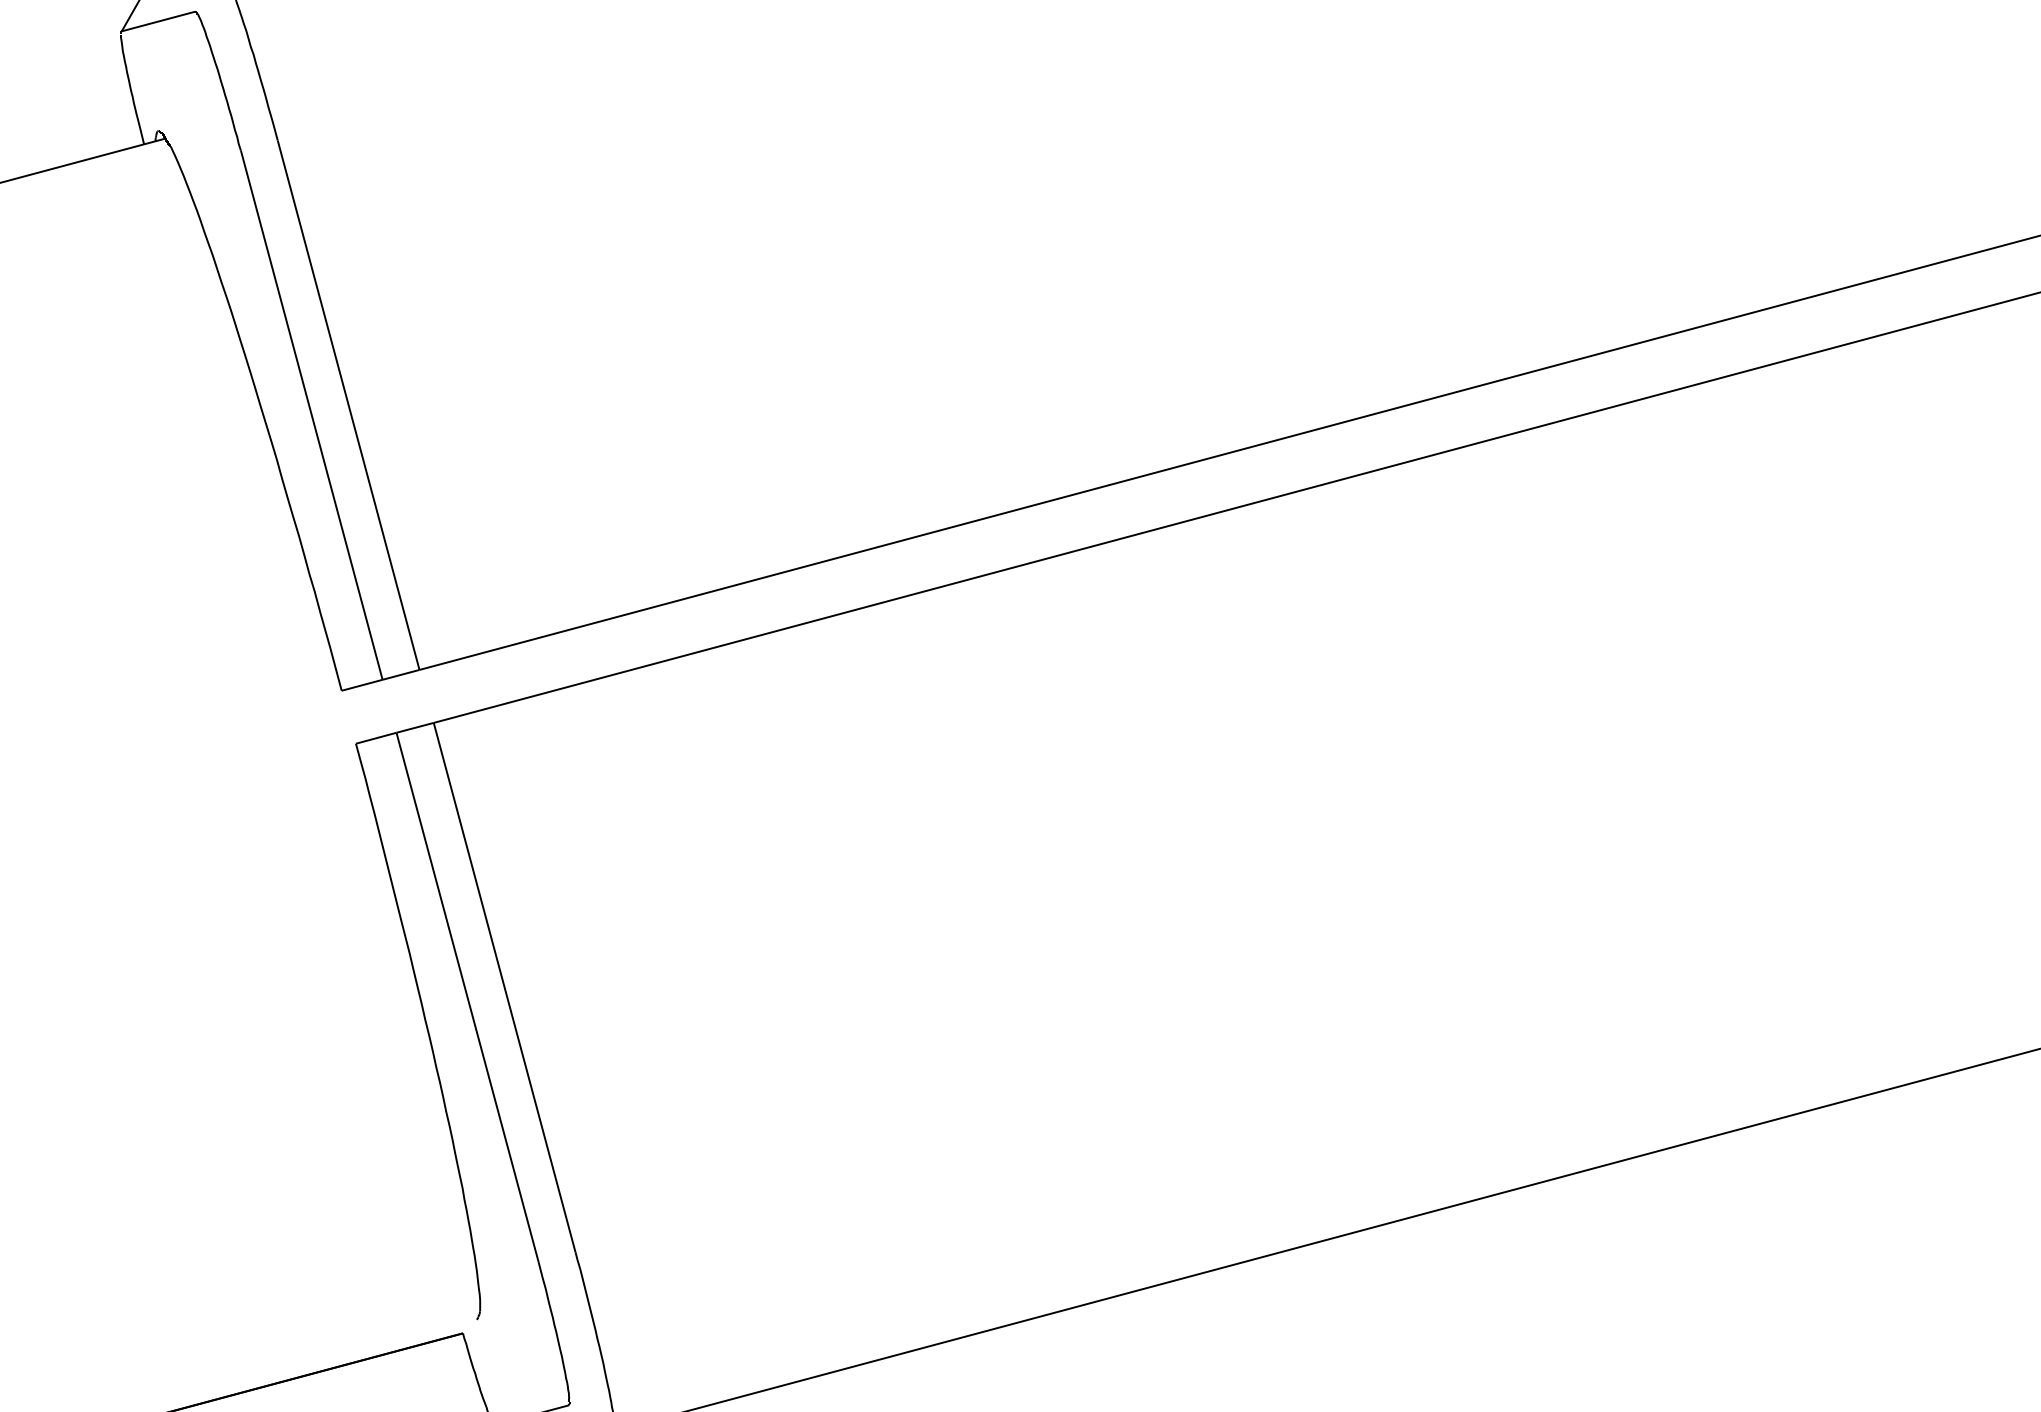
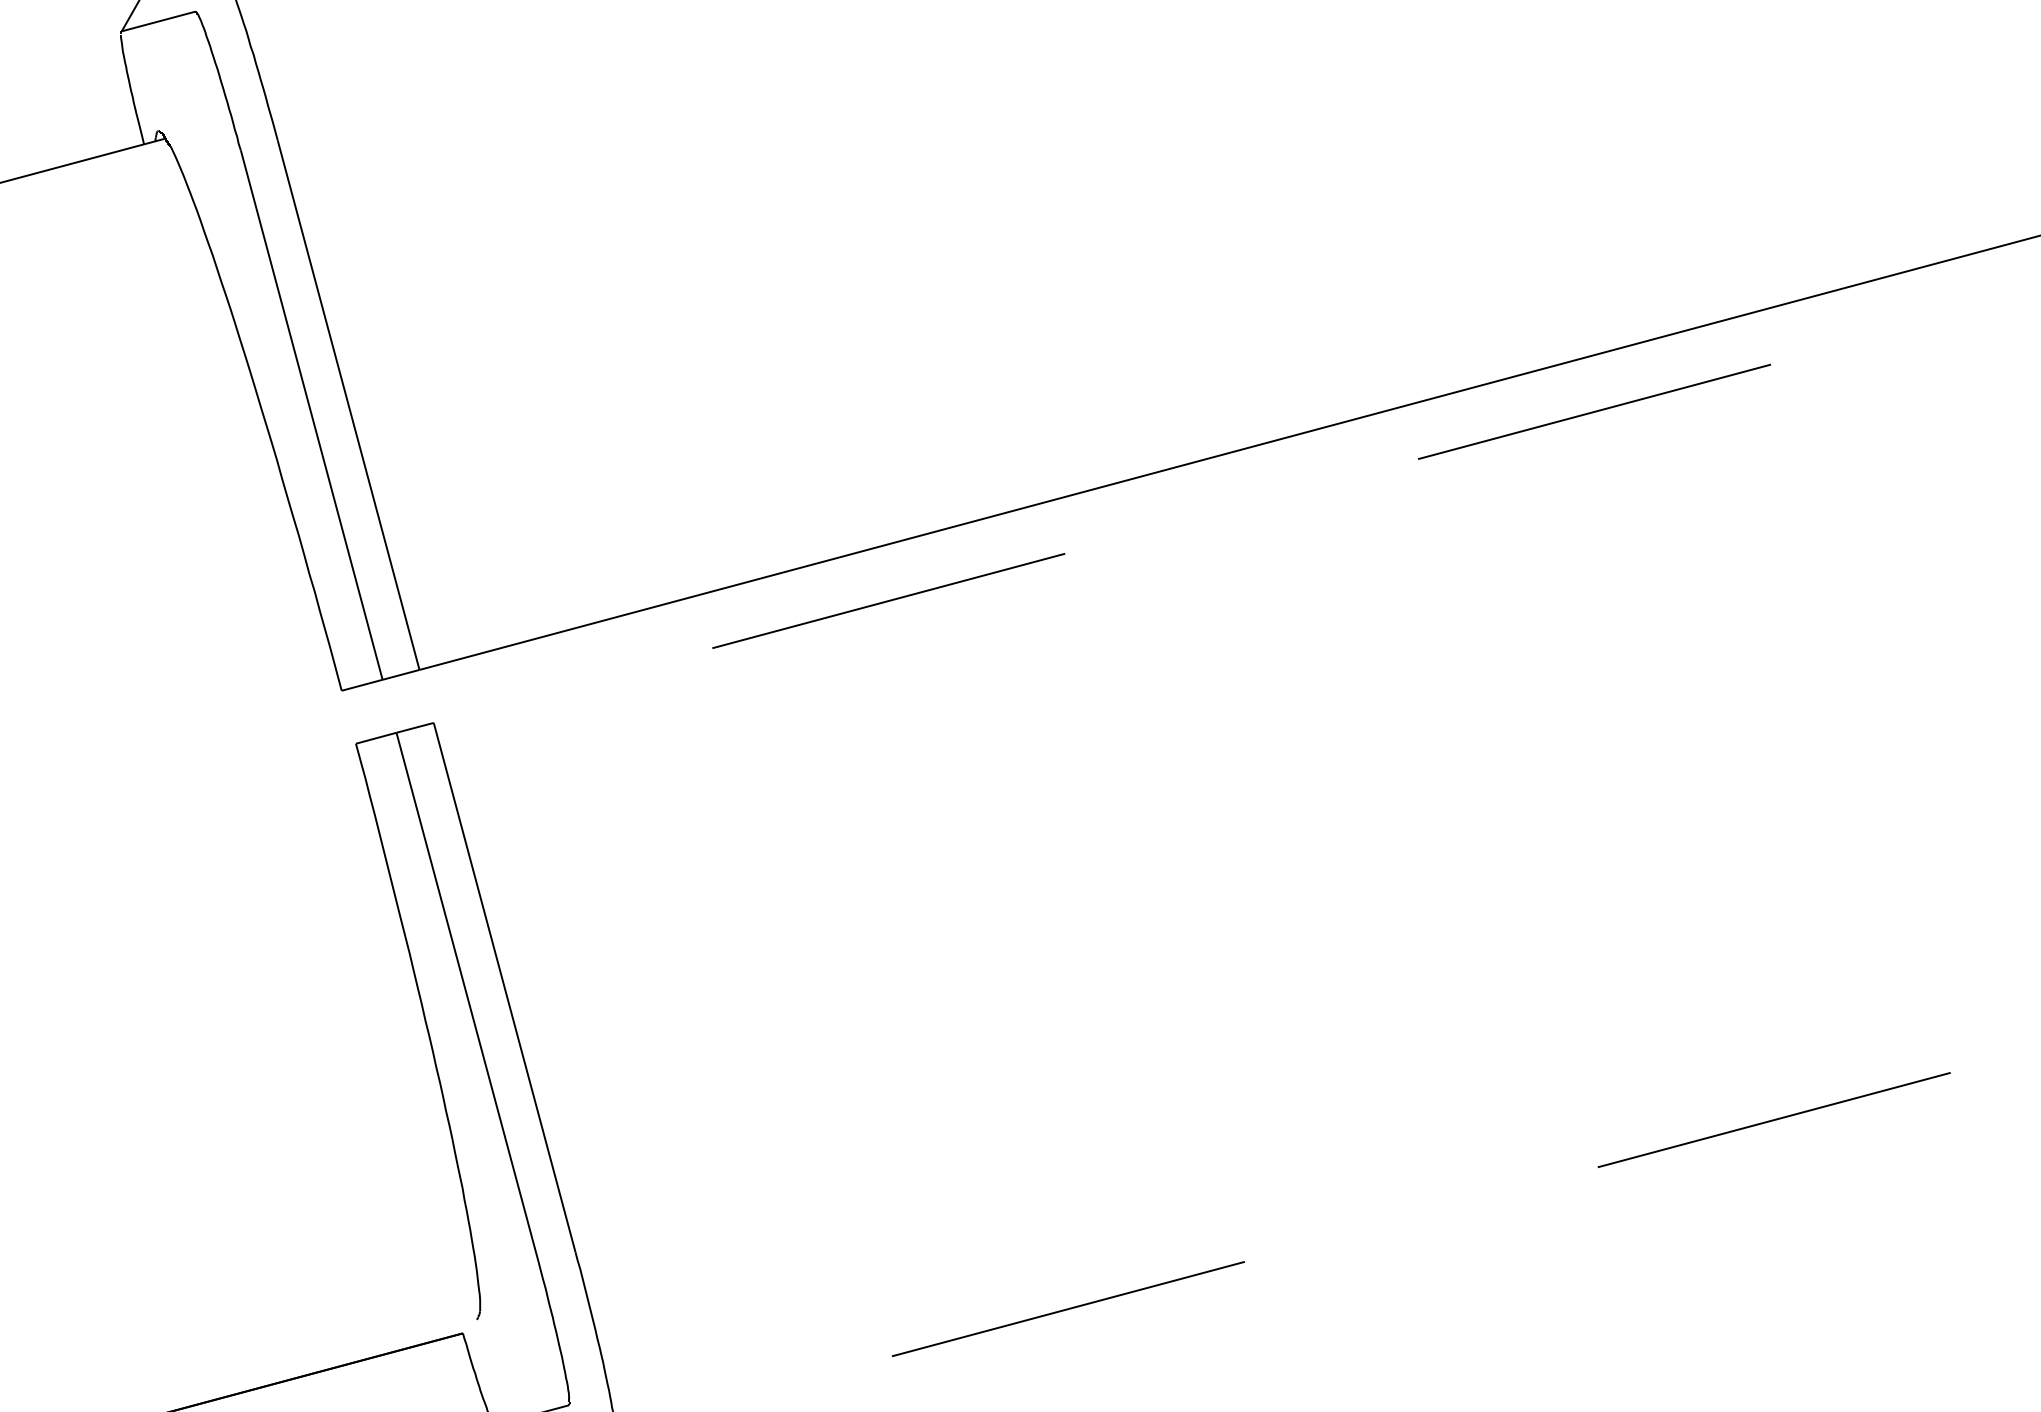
line at (1237, 507): solid -> dashed
line at (1362, 1230): solid -> dashed
